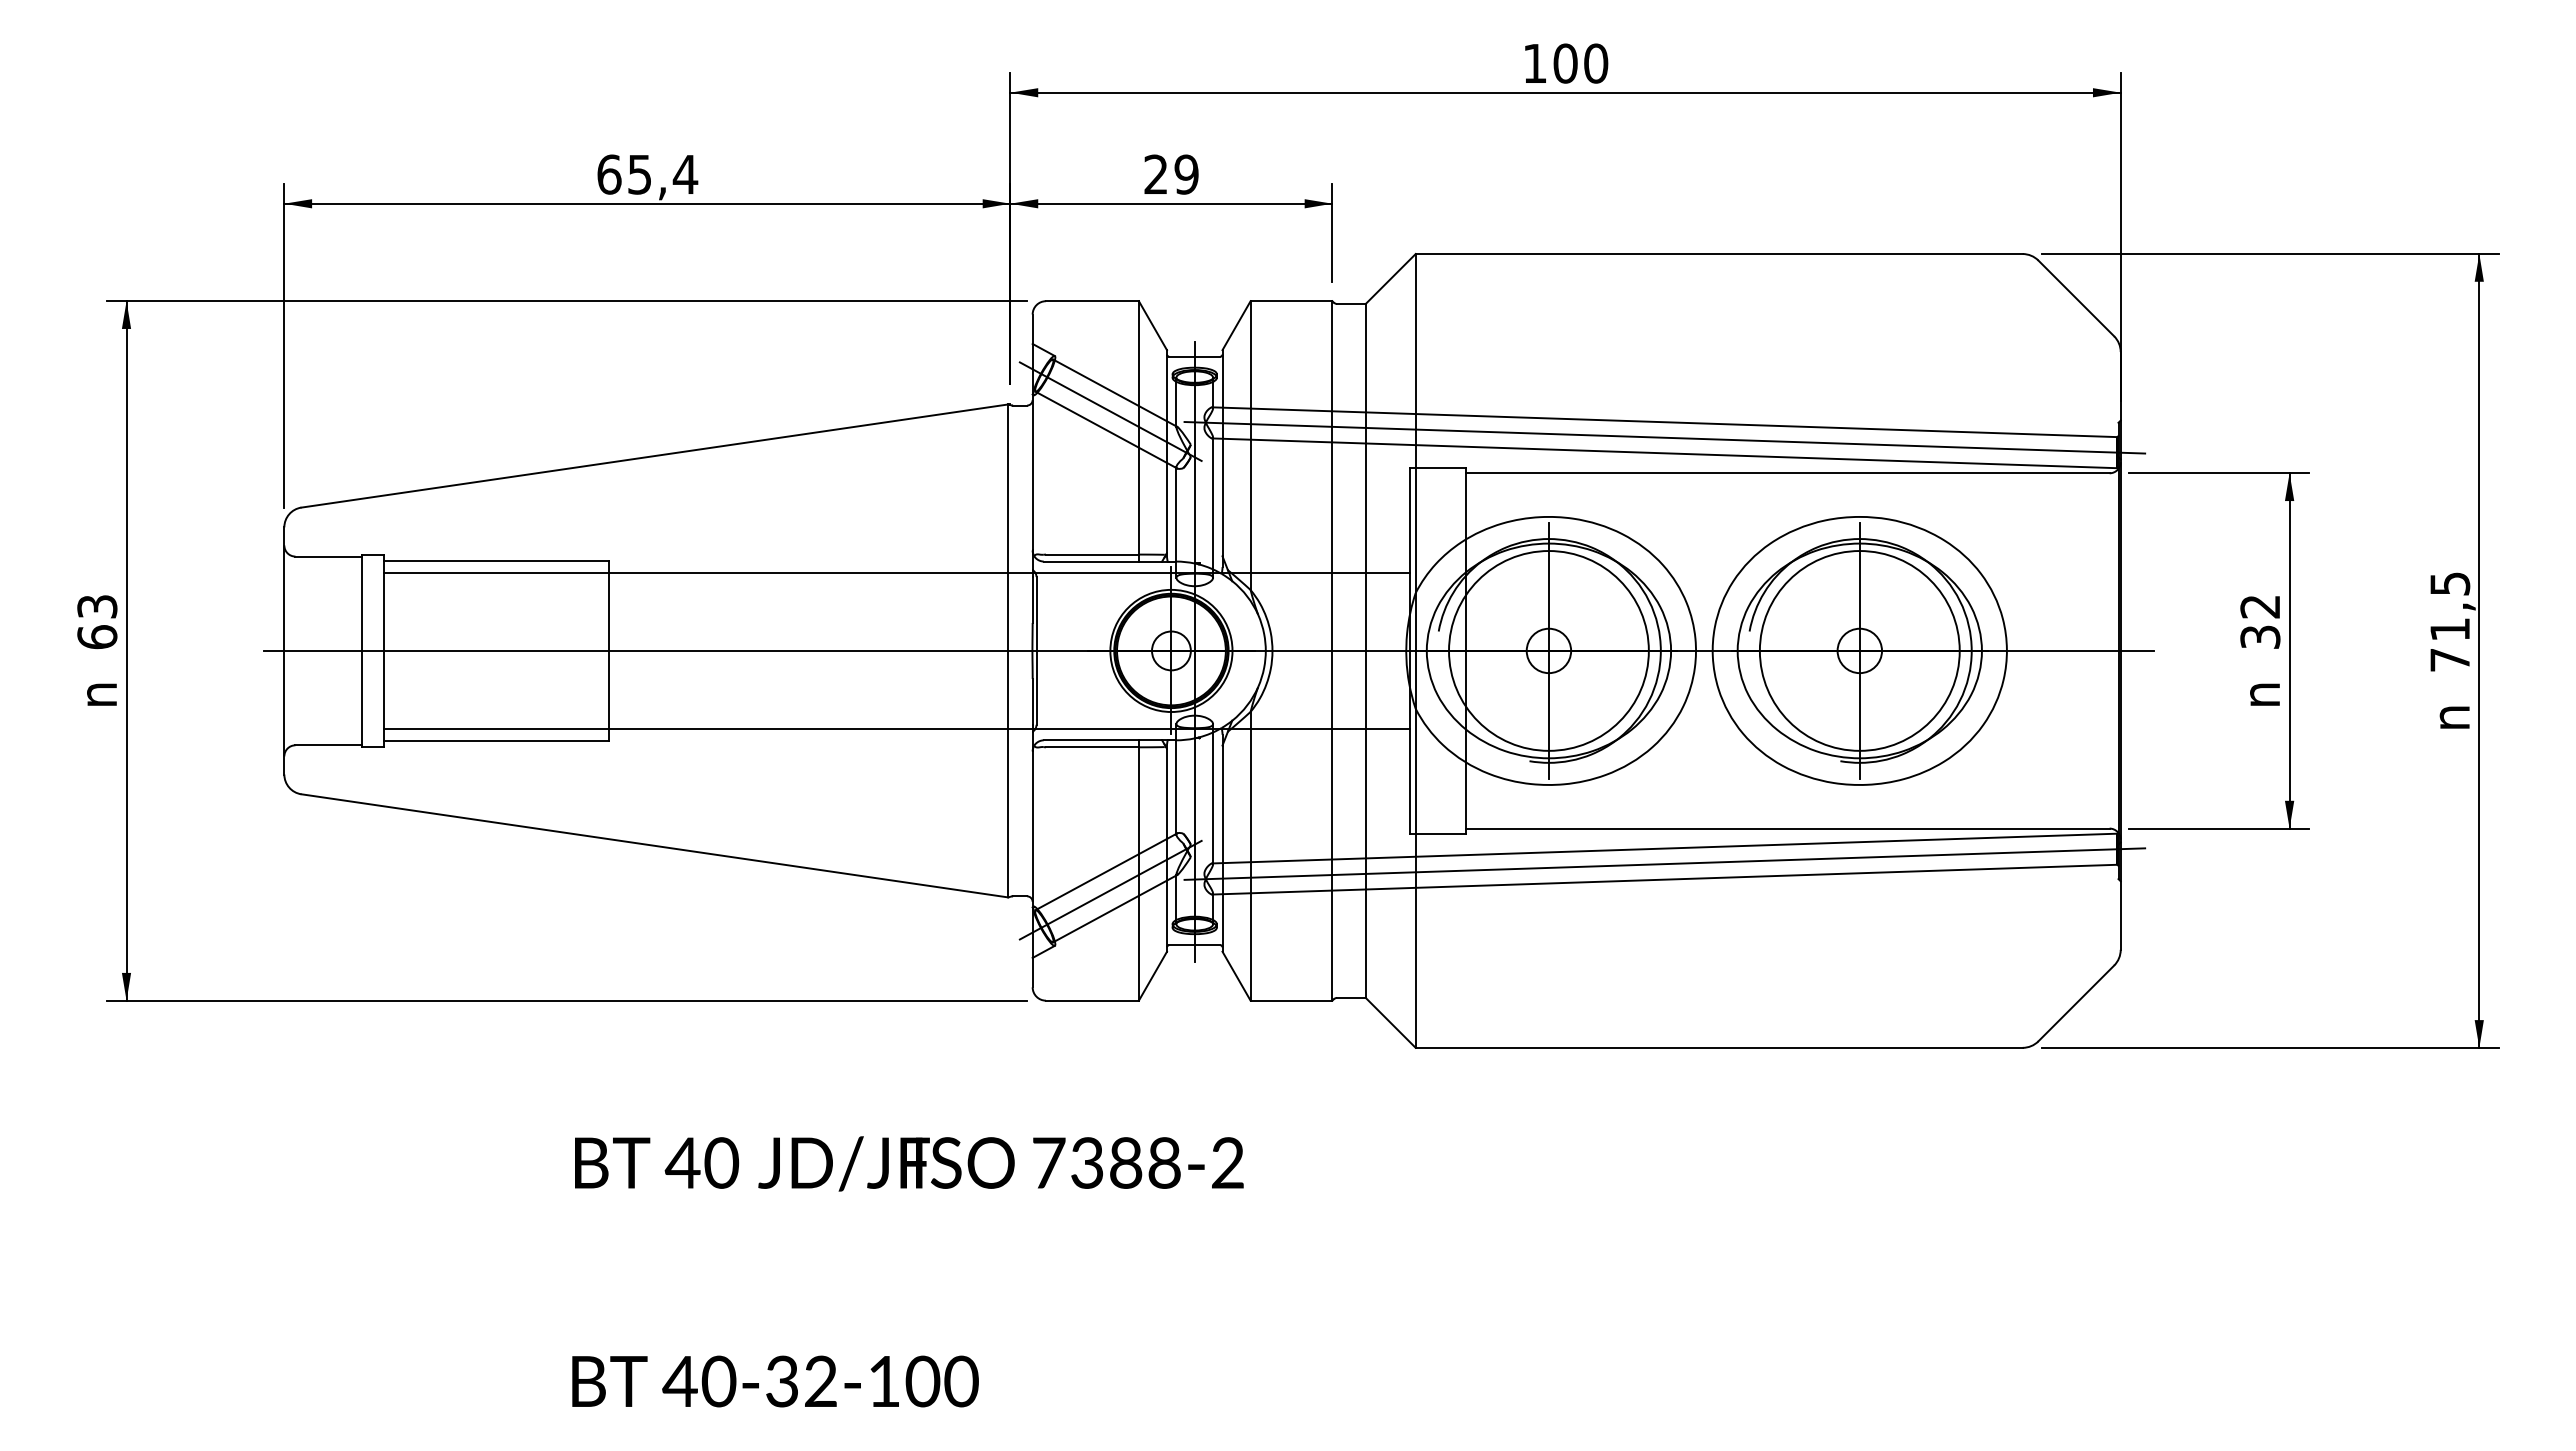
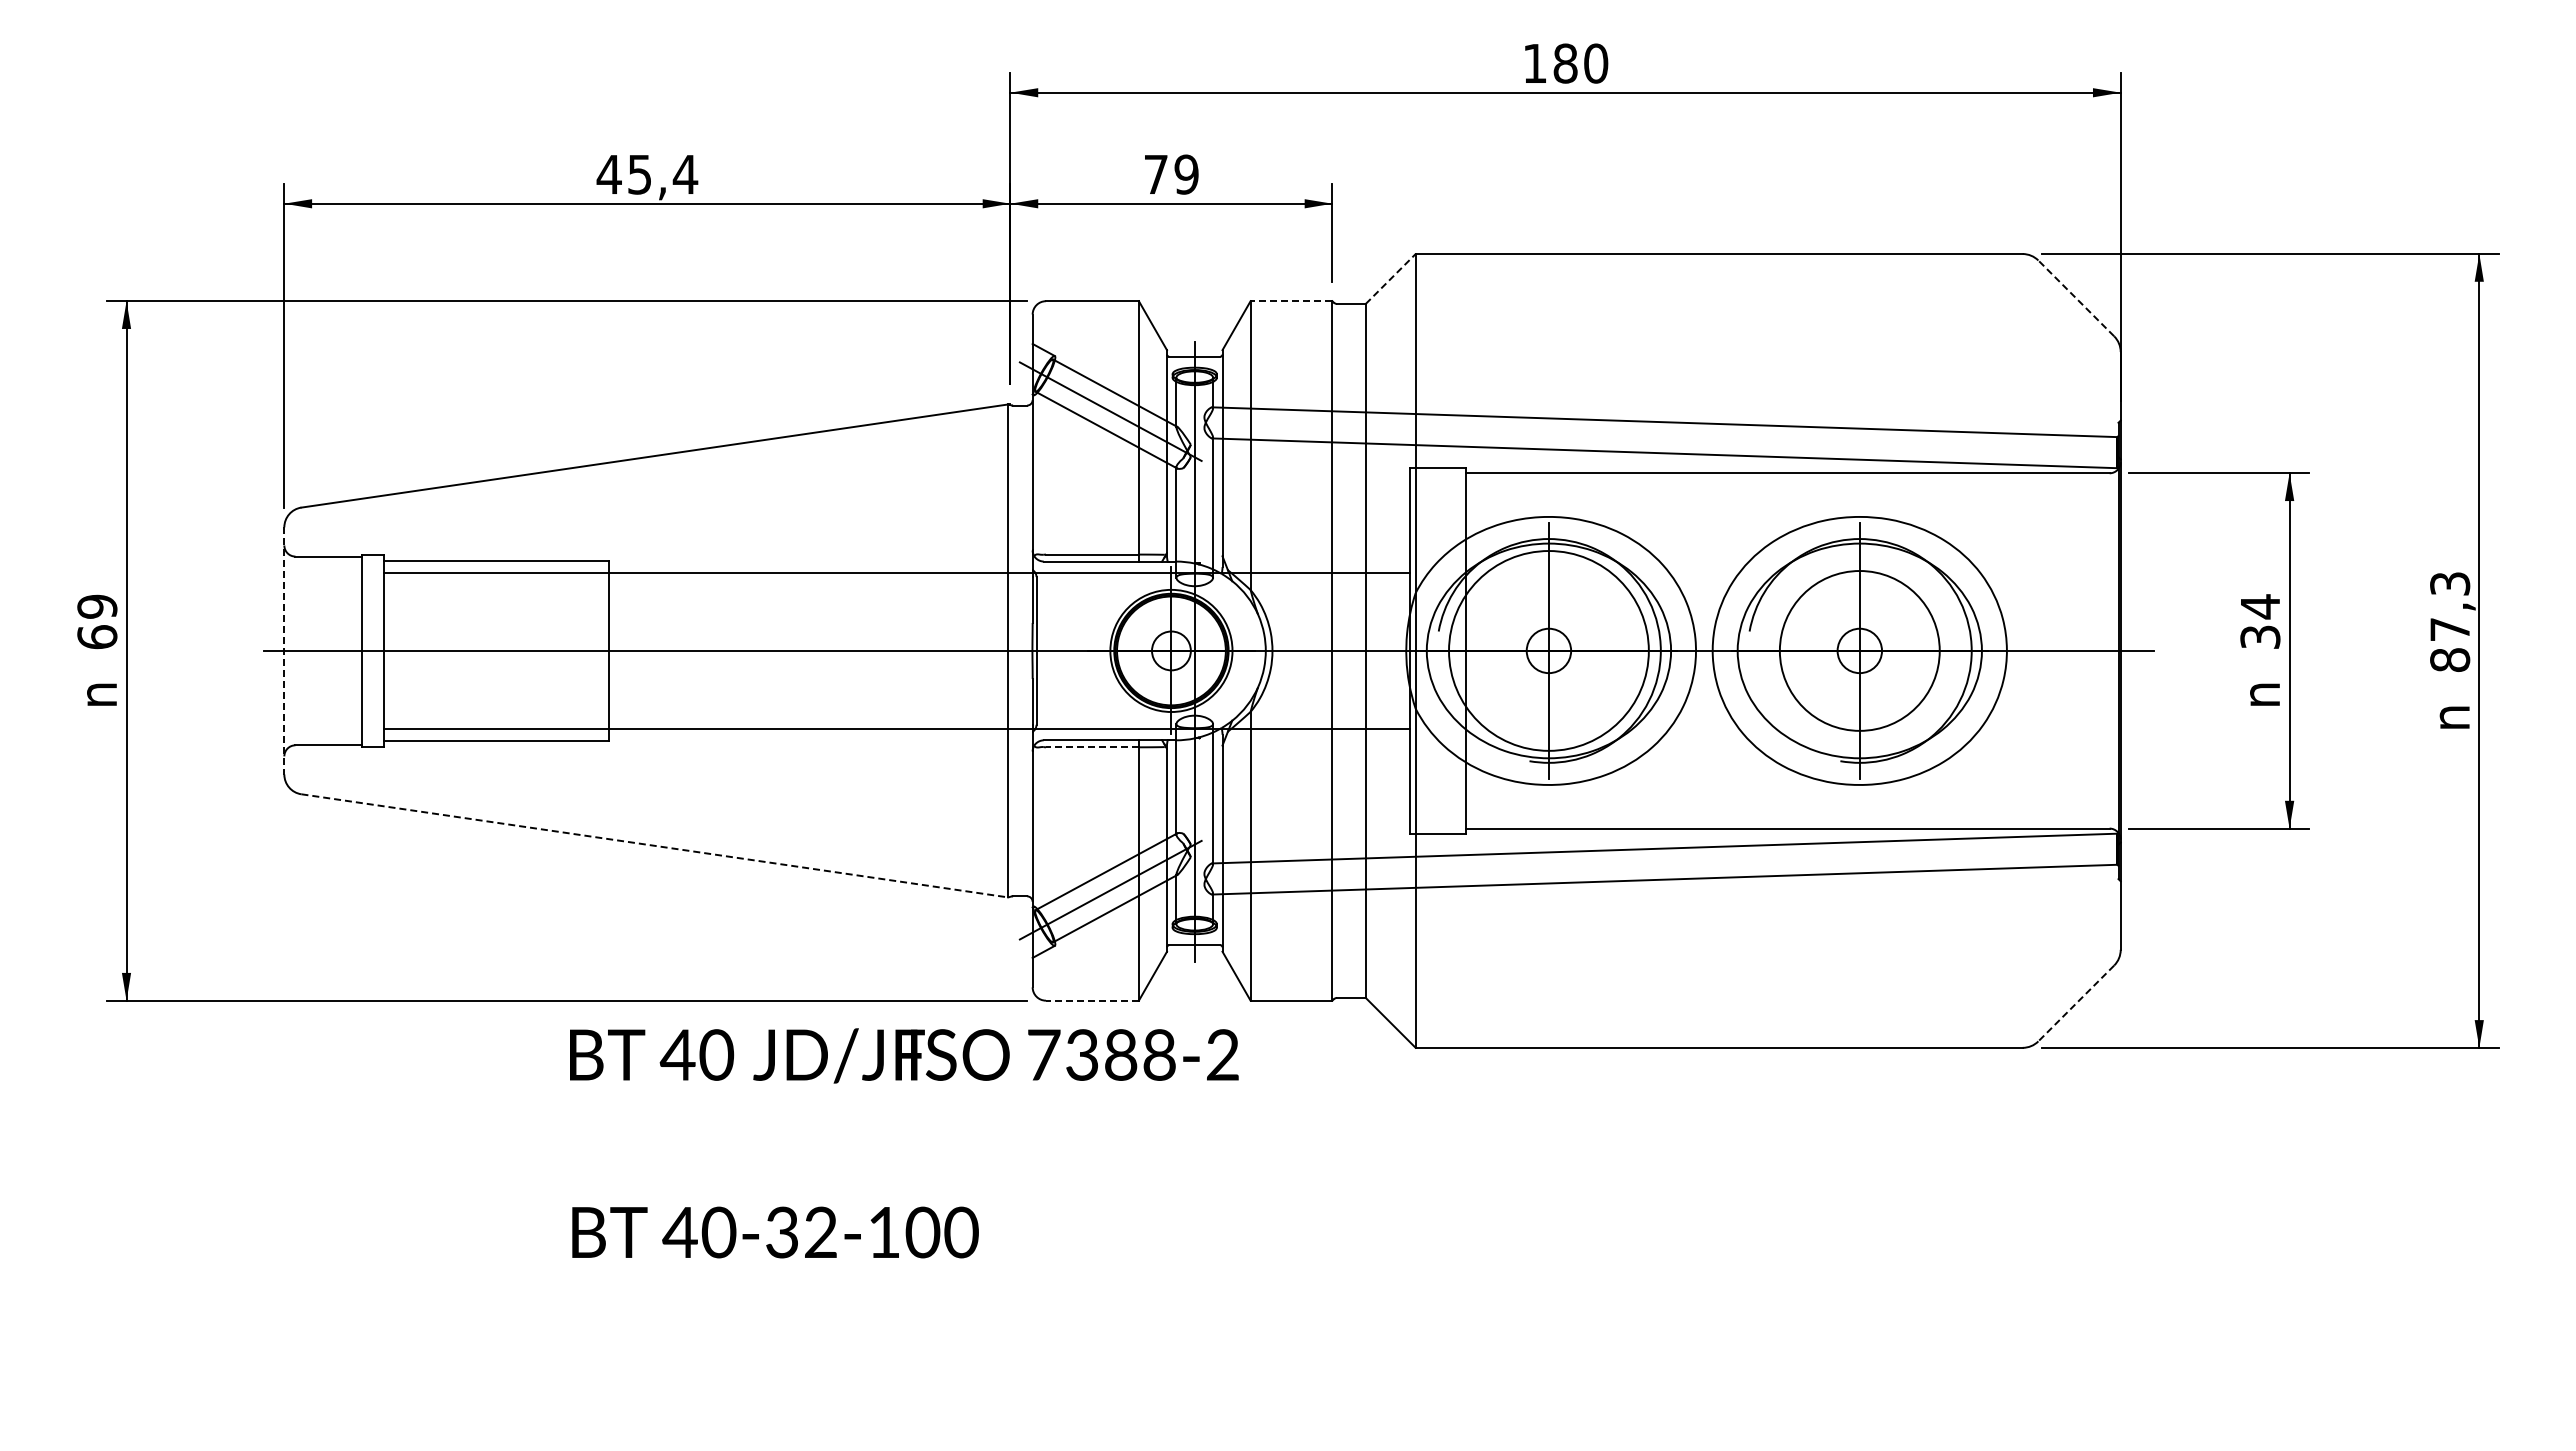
text at (1565, 63): 100 -> 180
text at (1155, 173): 29 -> 79
text at (608, 174): 65,4 -> 45,4
line at (1391, 278): solid -> dashed
line at (2076, 298): solid -> dashed
line at (1291, 301): solid -> dashed
line at (1664, 437): present -> none
text at (97, 606): 63 -> 69
text at (2259, 606): 32 -> 34
text at (2450, 622): 71,5 -> 87,3
line at (284, 650): solid -> dashed
circle at (1859, 650) diameter: 200 px -> 160 px
line at (1091, 747): solid -> dashed
line at (655, 845): solid -> dashed
line at (1664, 863): present -> none
line at (1091, 1000): solid -> dashed
line at (2076, 1003): solid -> dashed
text at (909, 1163) position: (909, 1163) -> (904, 1055)
text at (775, 1381) position: (775, 1381) -> (775, 1232)
